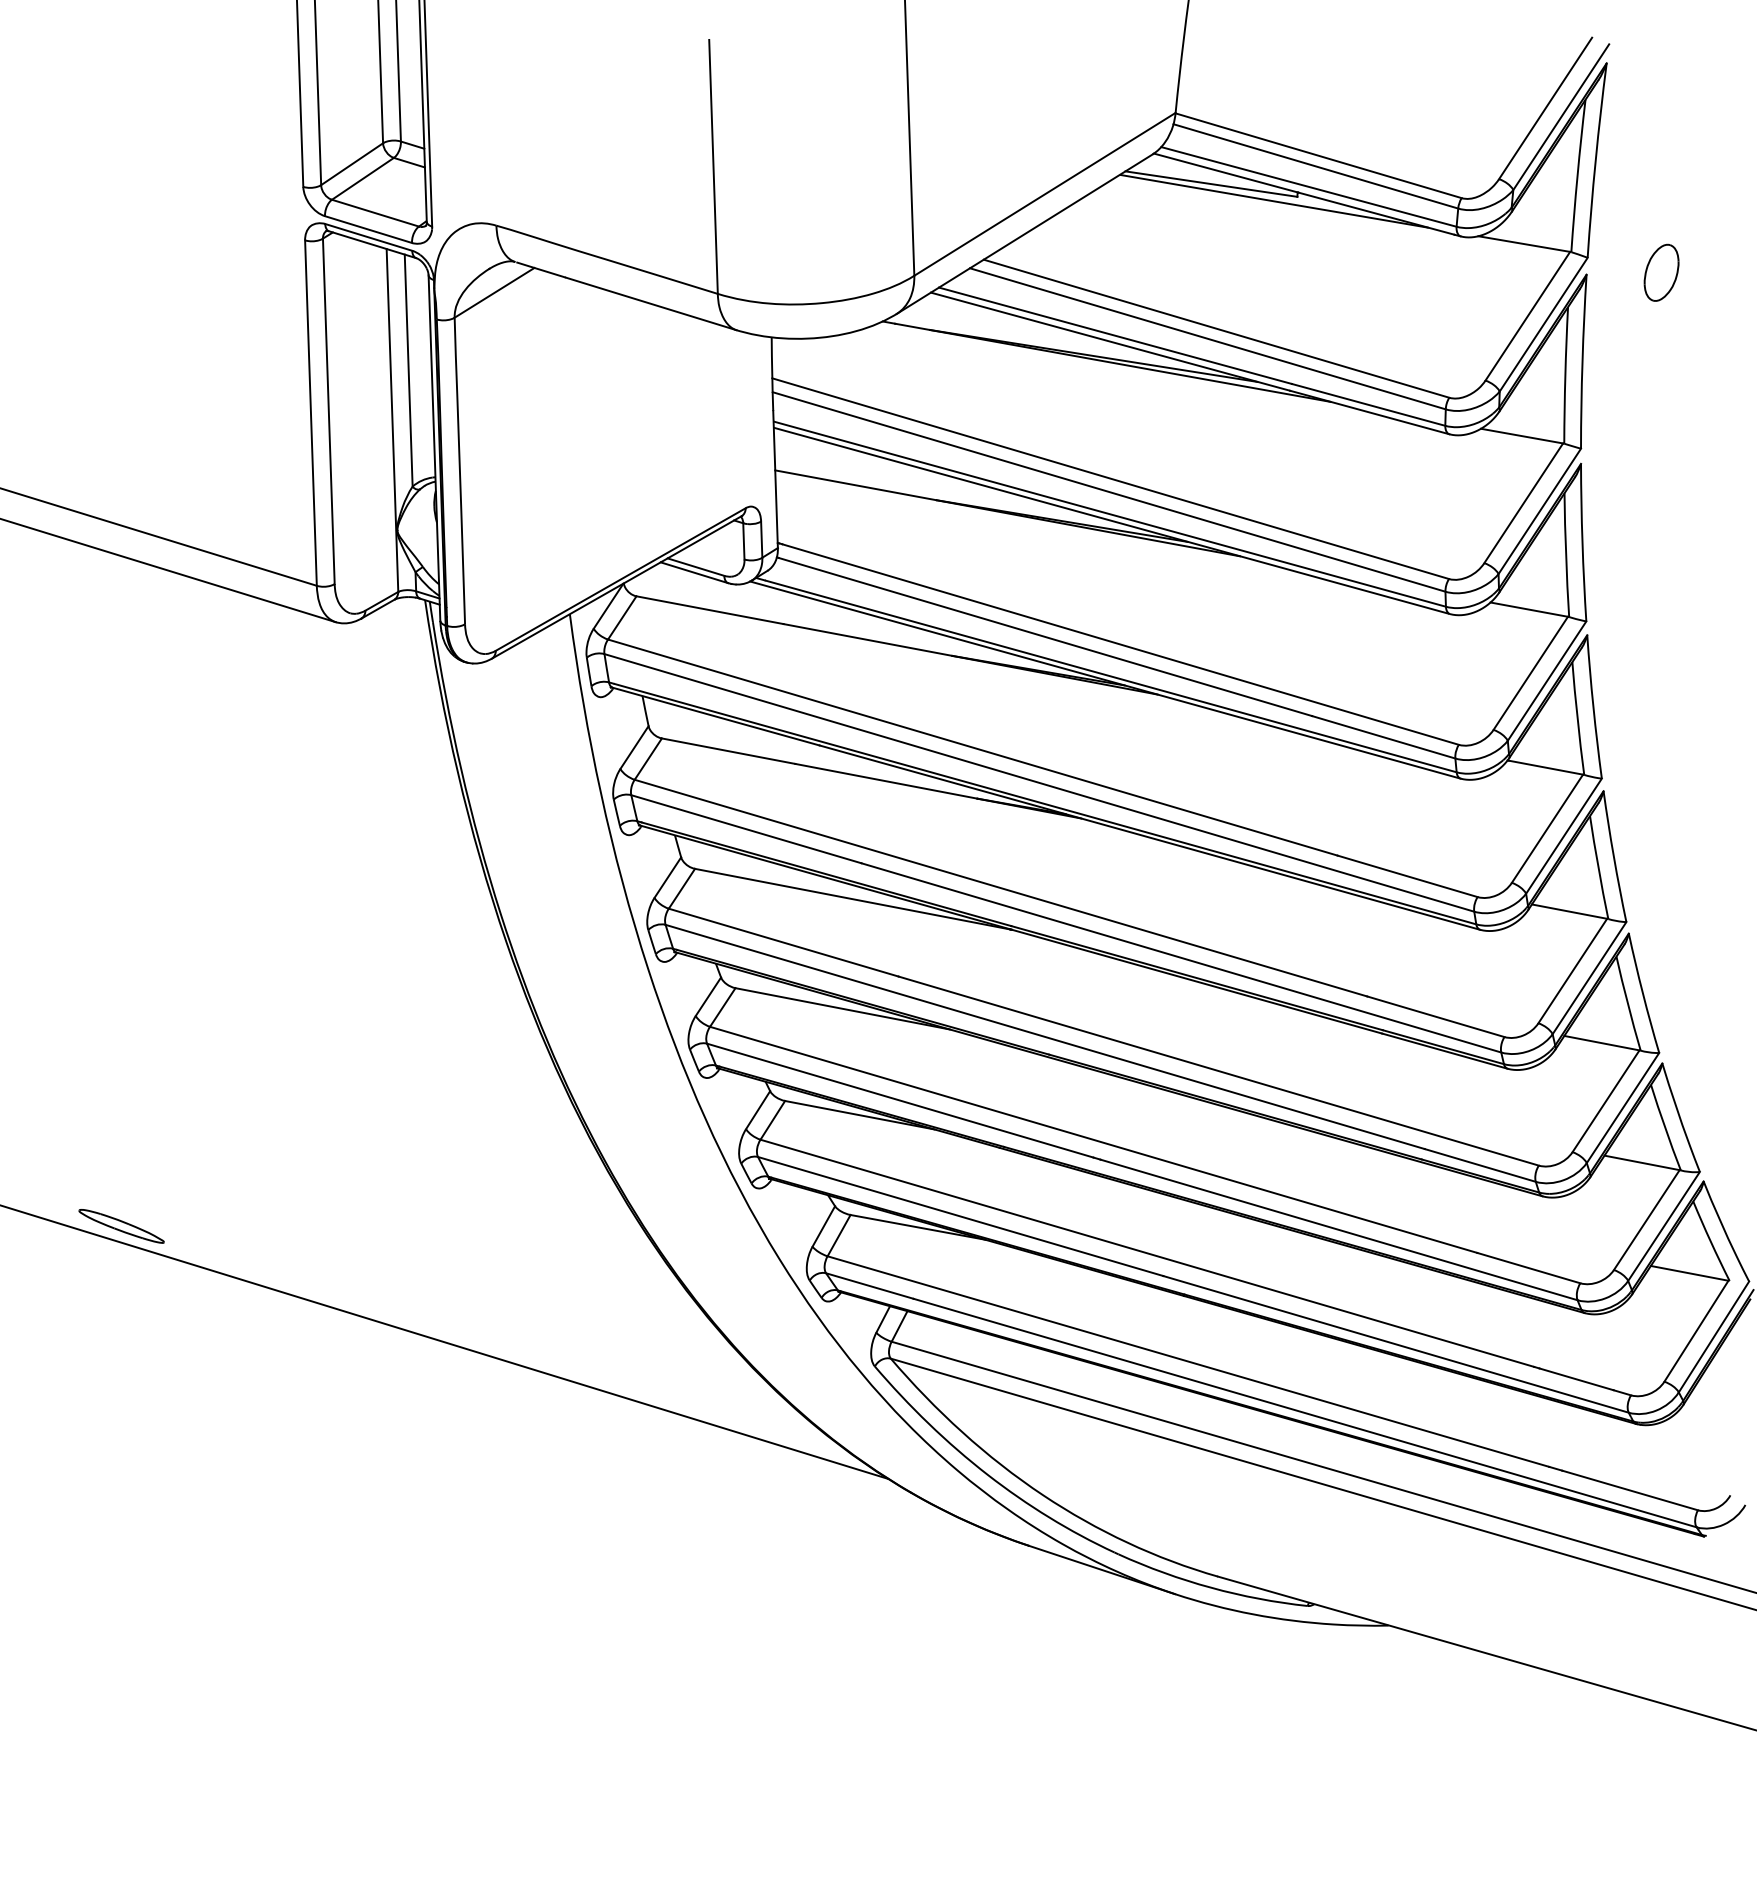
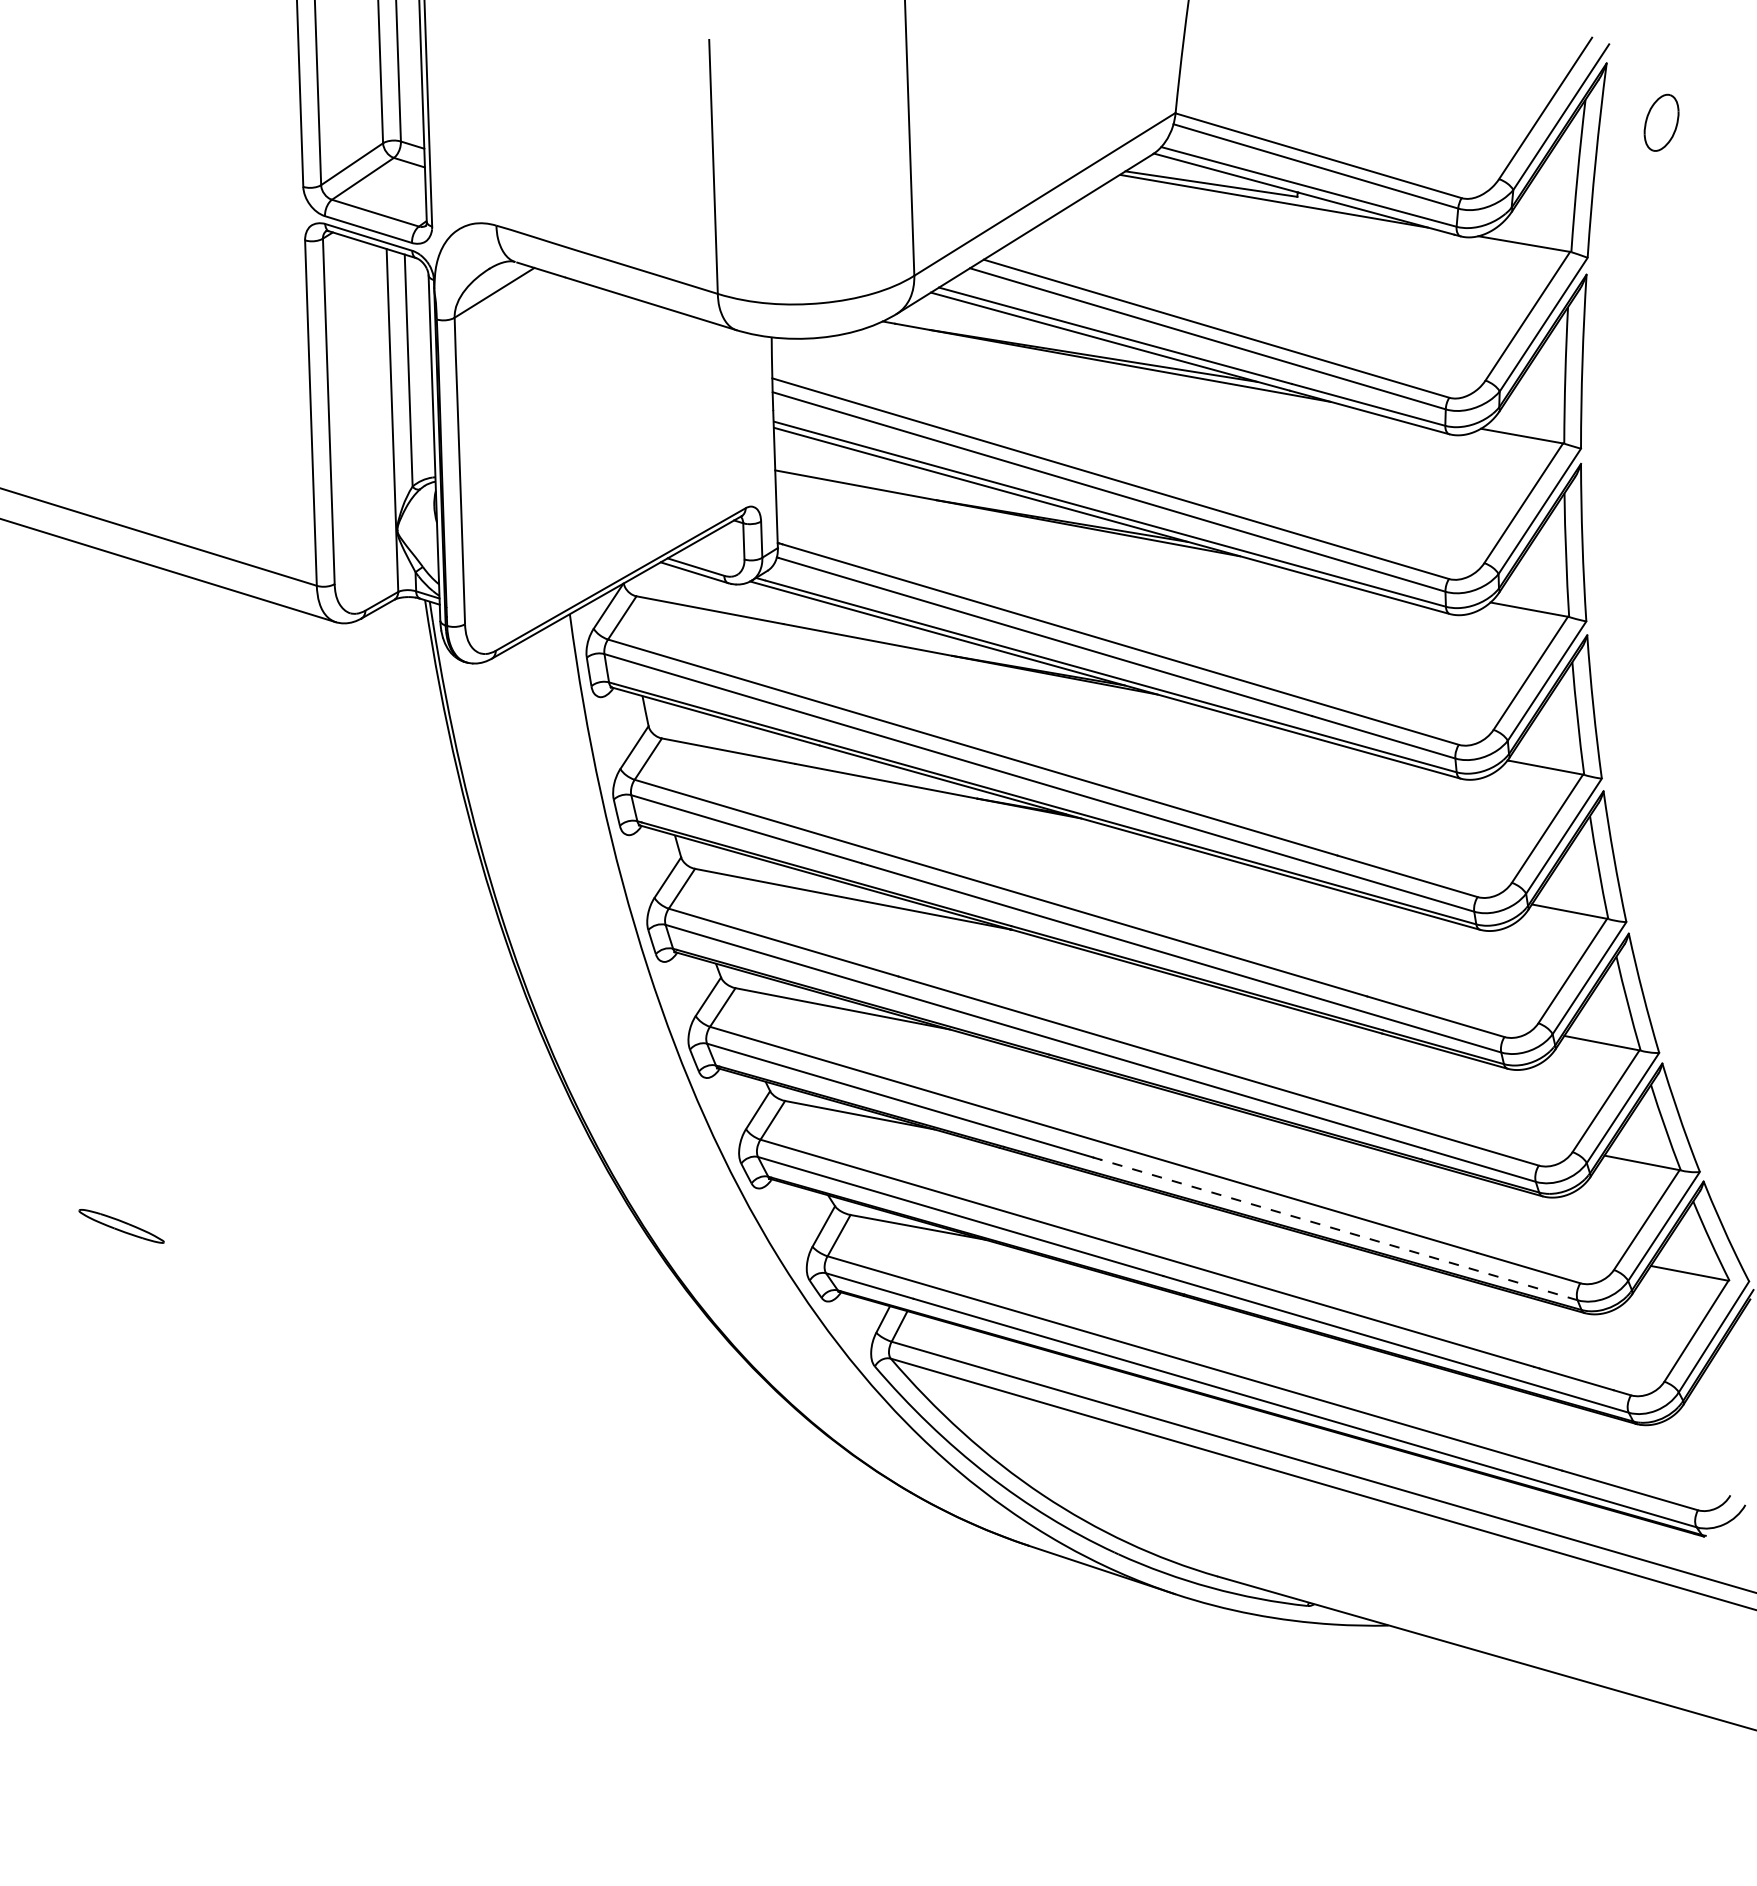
part at (1661, 272) position: (1661, 272) -> (1661, 122)
line at (1339, 1229): solid -> dashed
line at (445, 1341): present -> none
